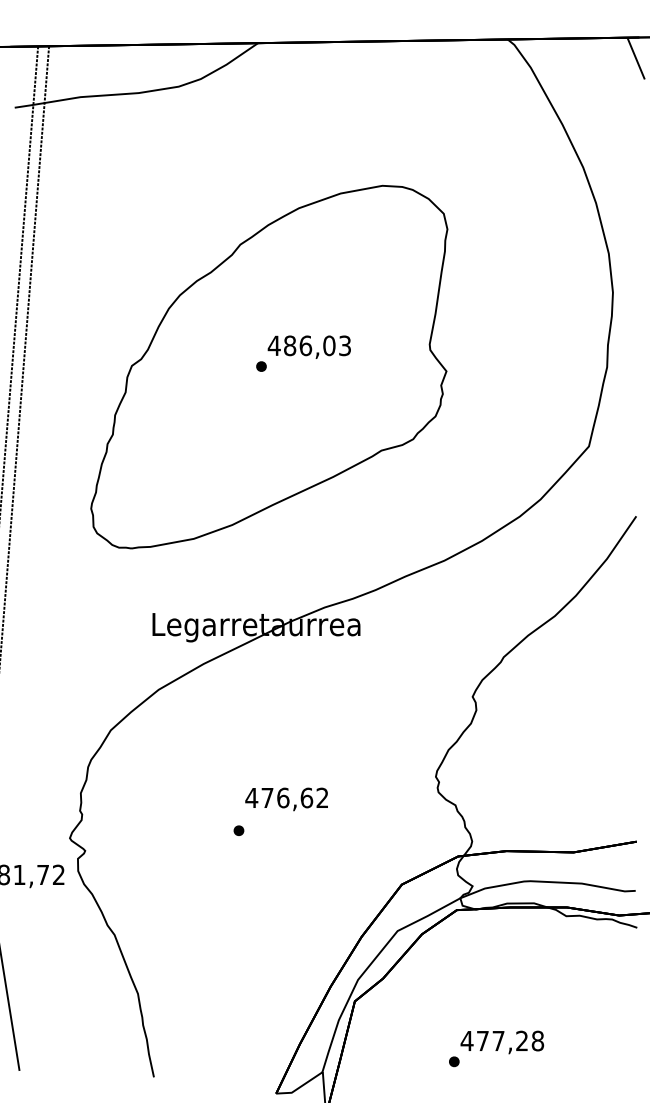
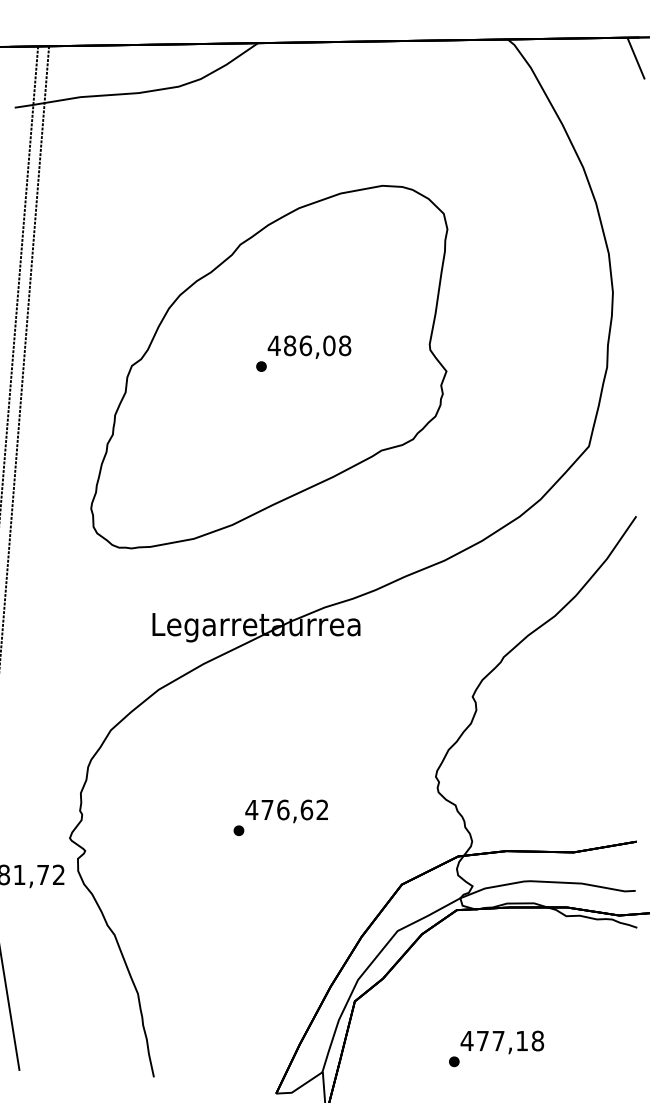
text at (345, 345): 486,03 -> 486,08
text at (286, 799) position: (286, 799) -> (286, 811)
text at (521, 1040): 477,28 -> 477,18
